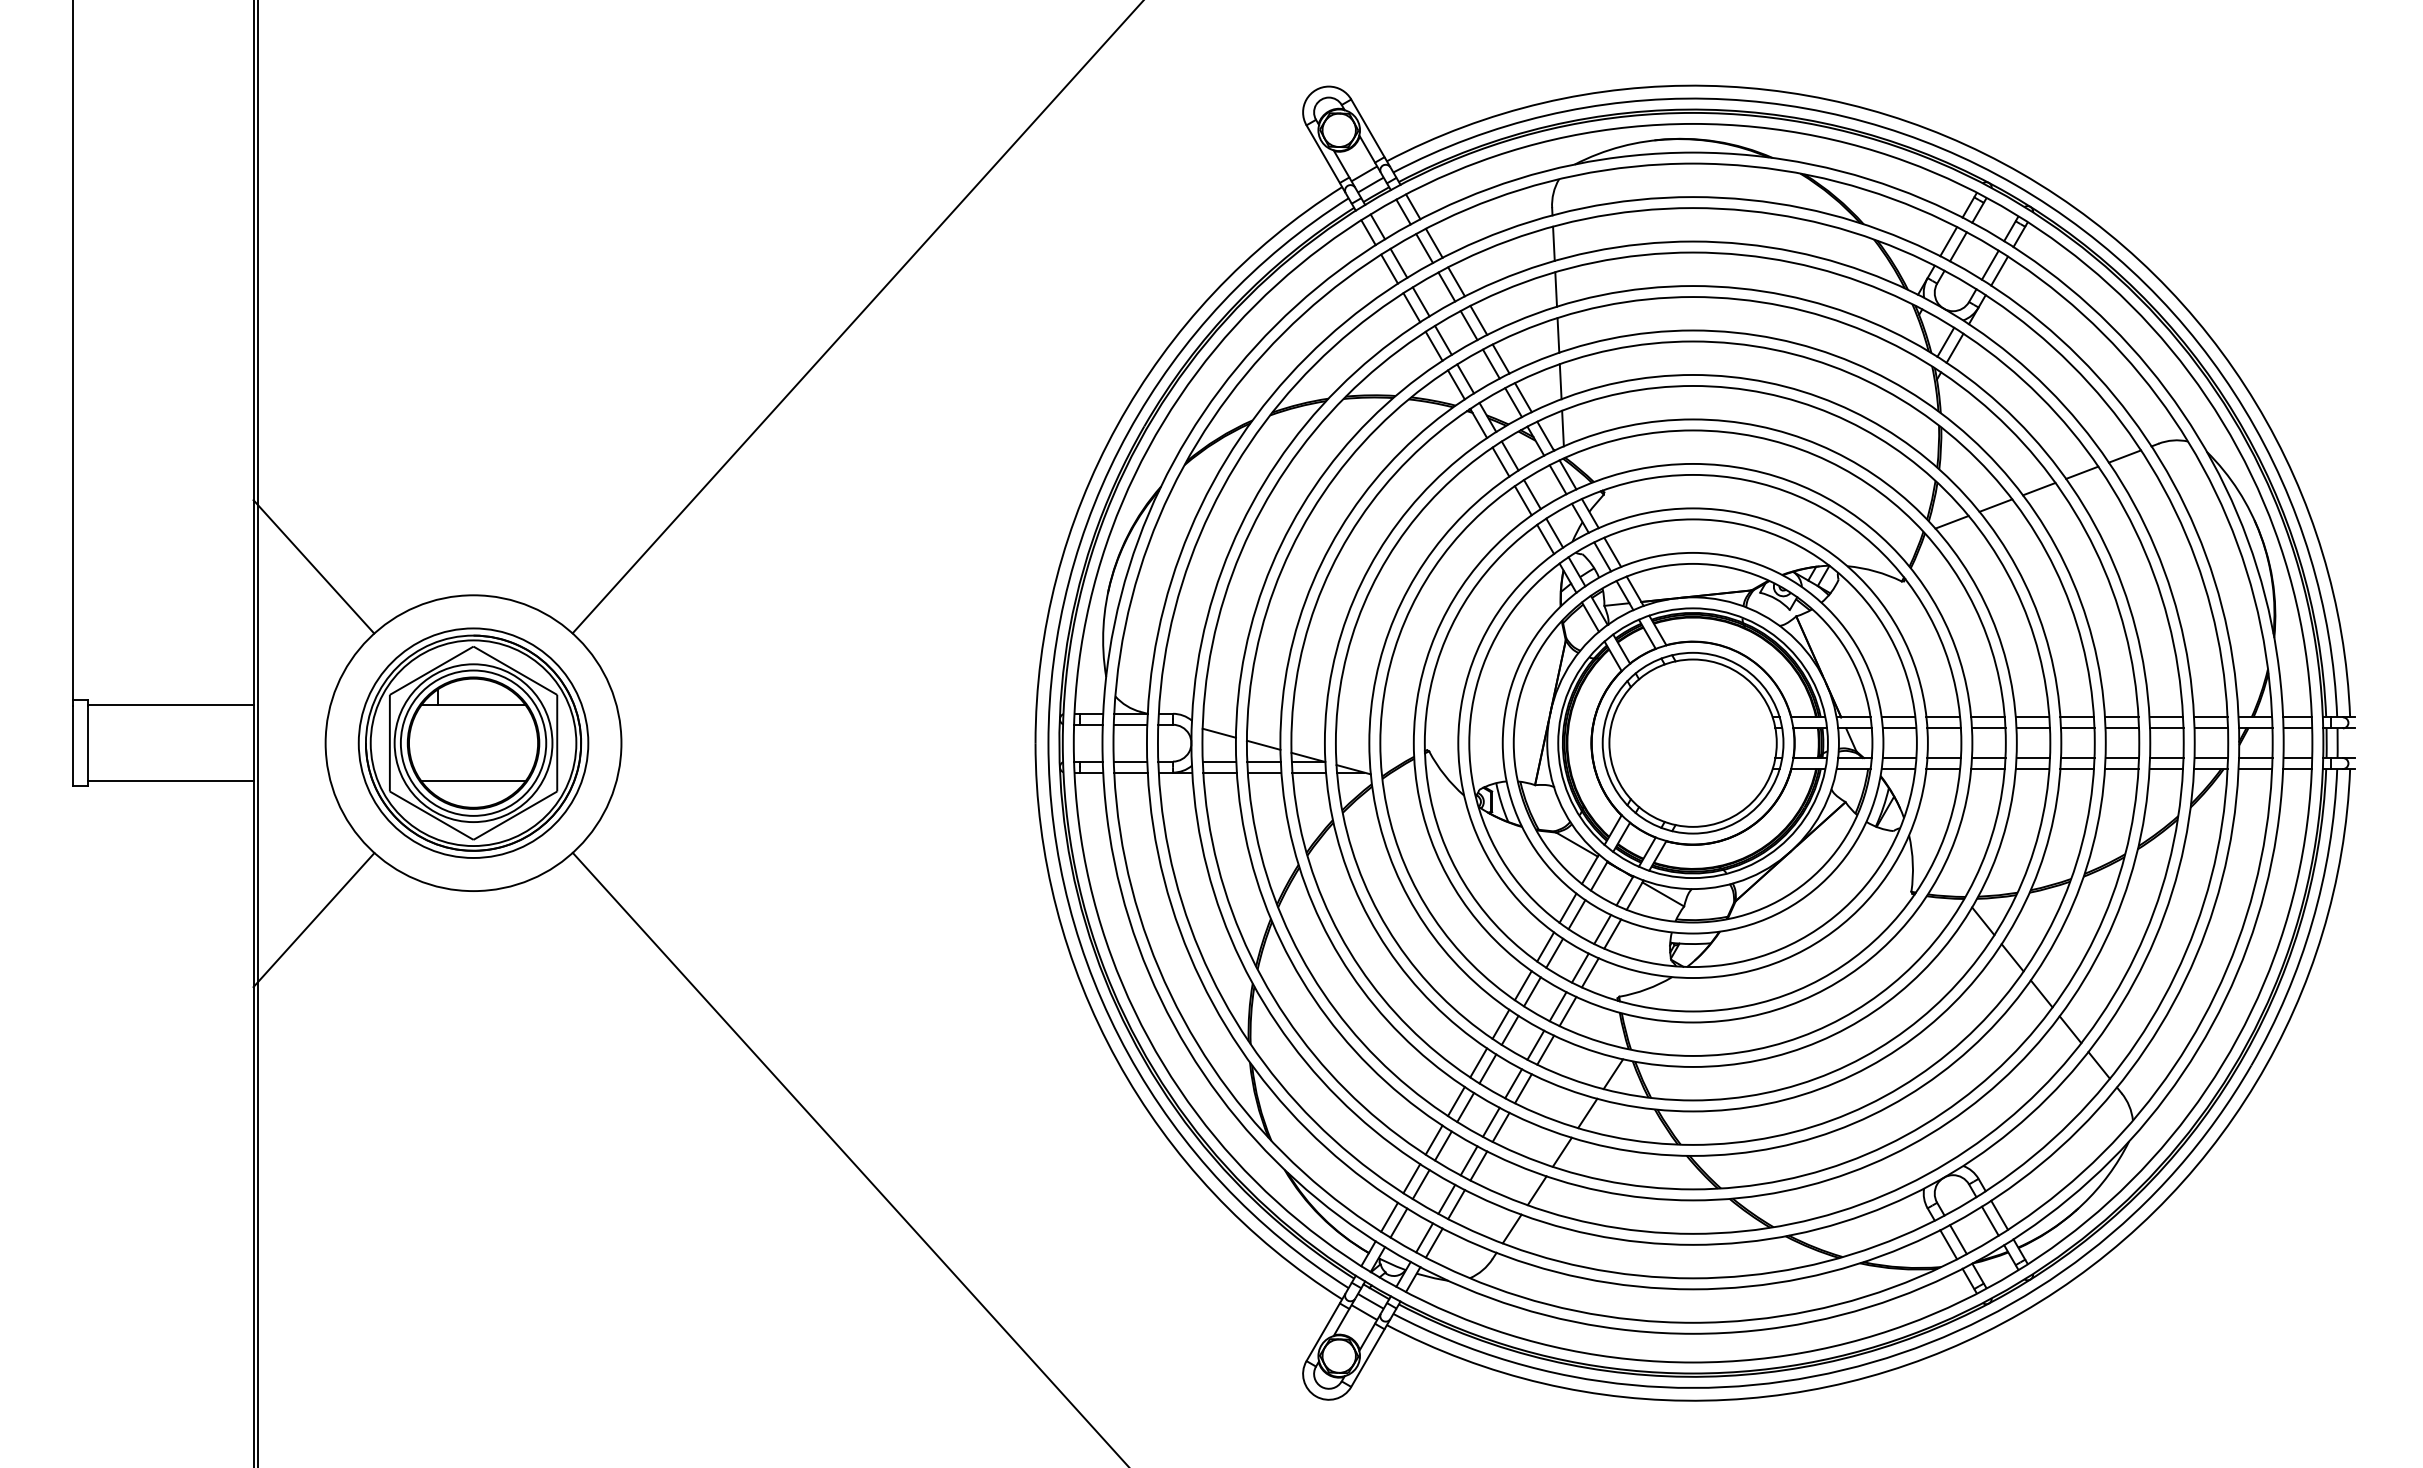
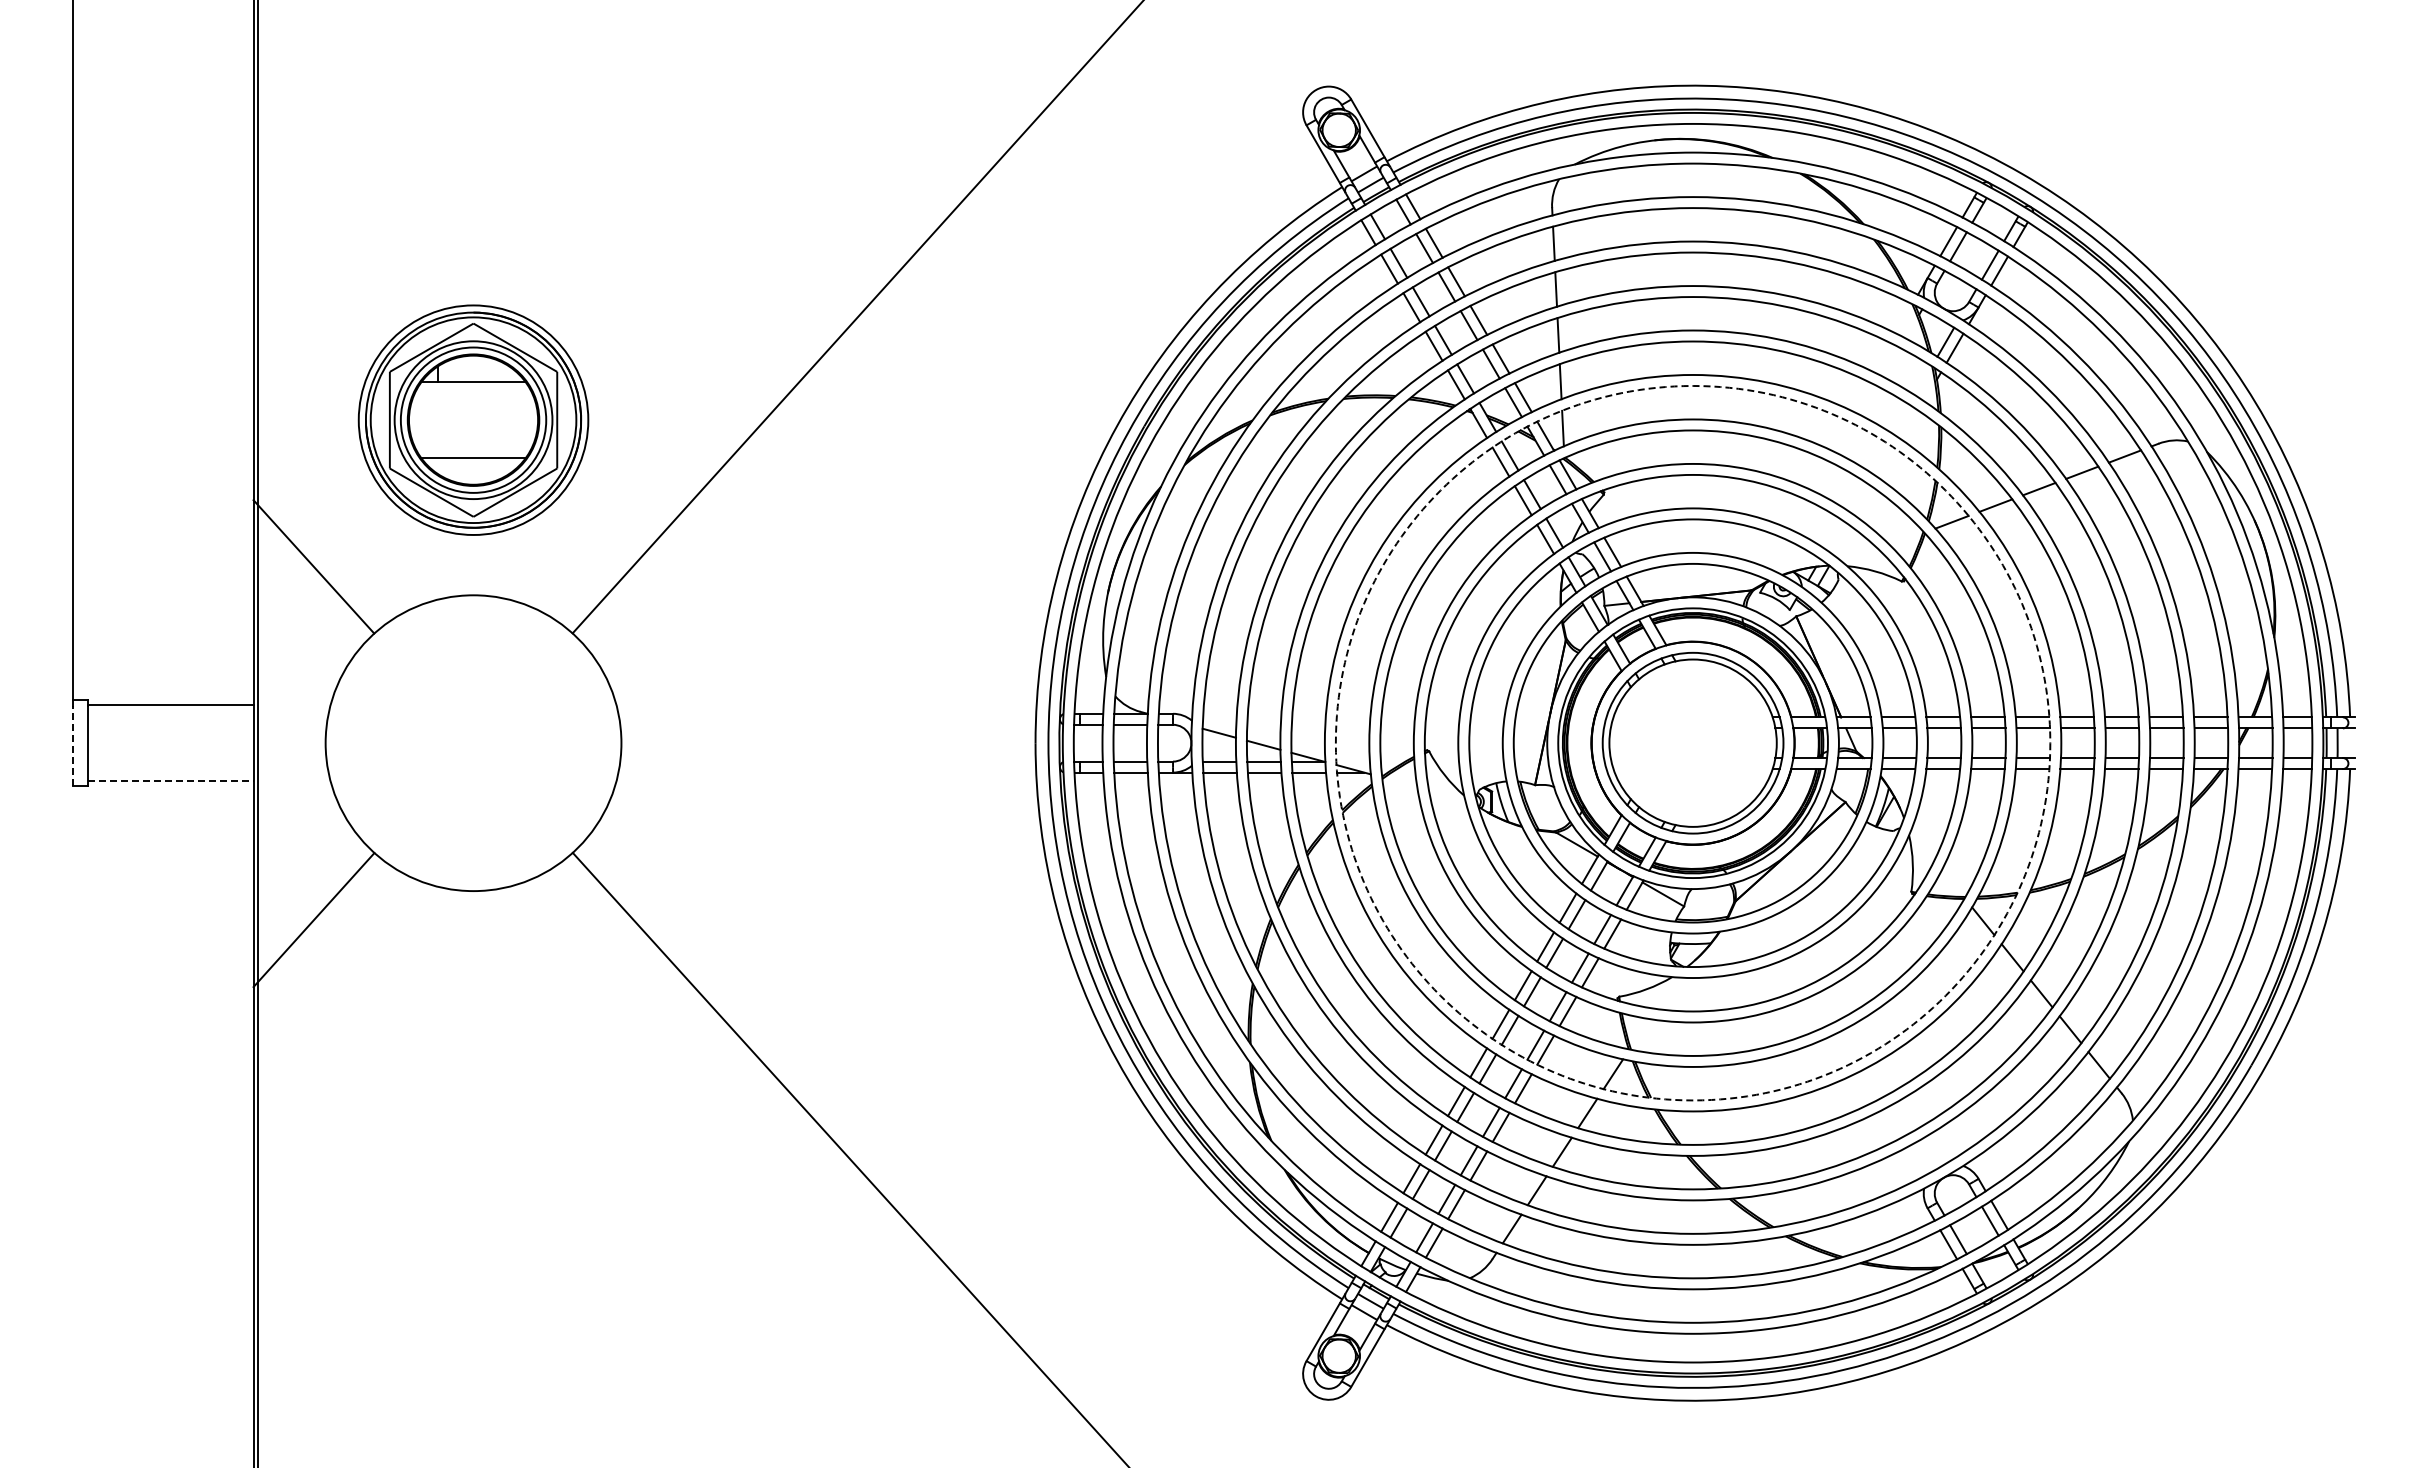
part at (473, 742) position: (473, 742) -> (473, 419)
circle at (1692, 742): solid -> dashed
line at (72, 745): solid -> dashed
line at (170, 781): solid -> dashed
